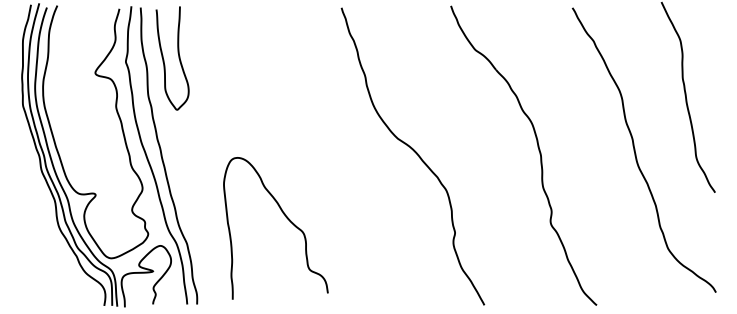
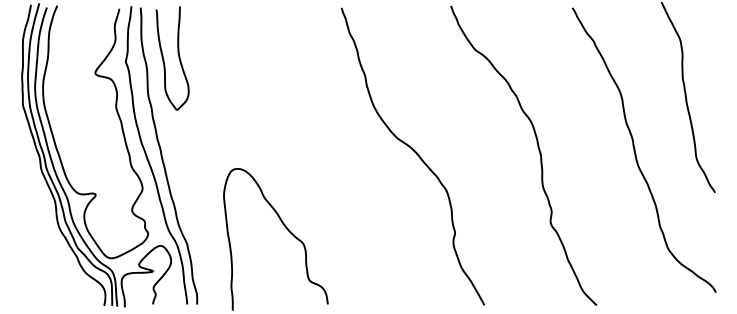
curve at (285, 217) position: (285, 217) -> (285, 228)
